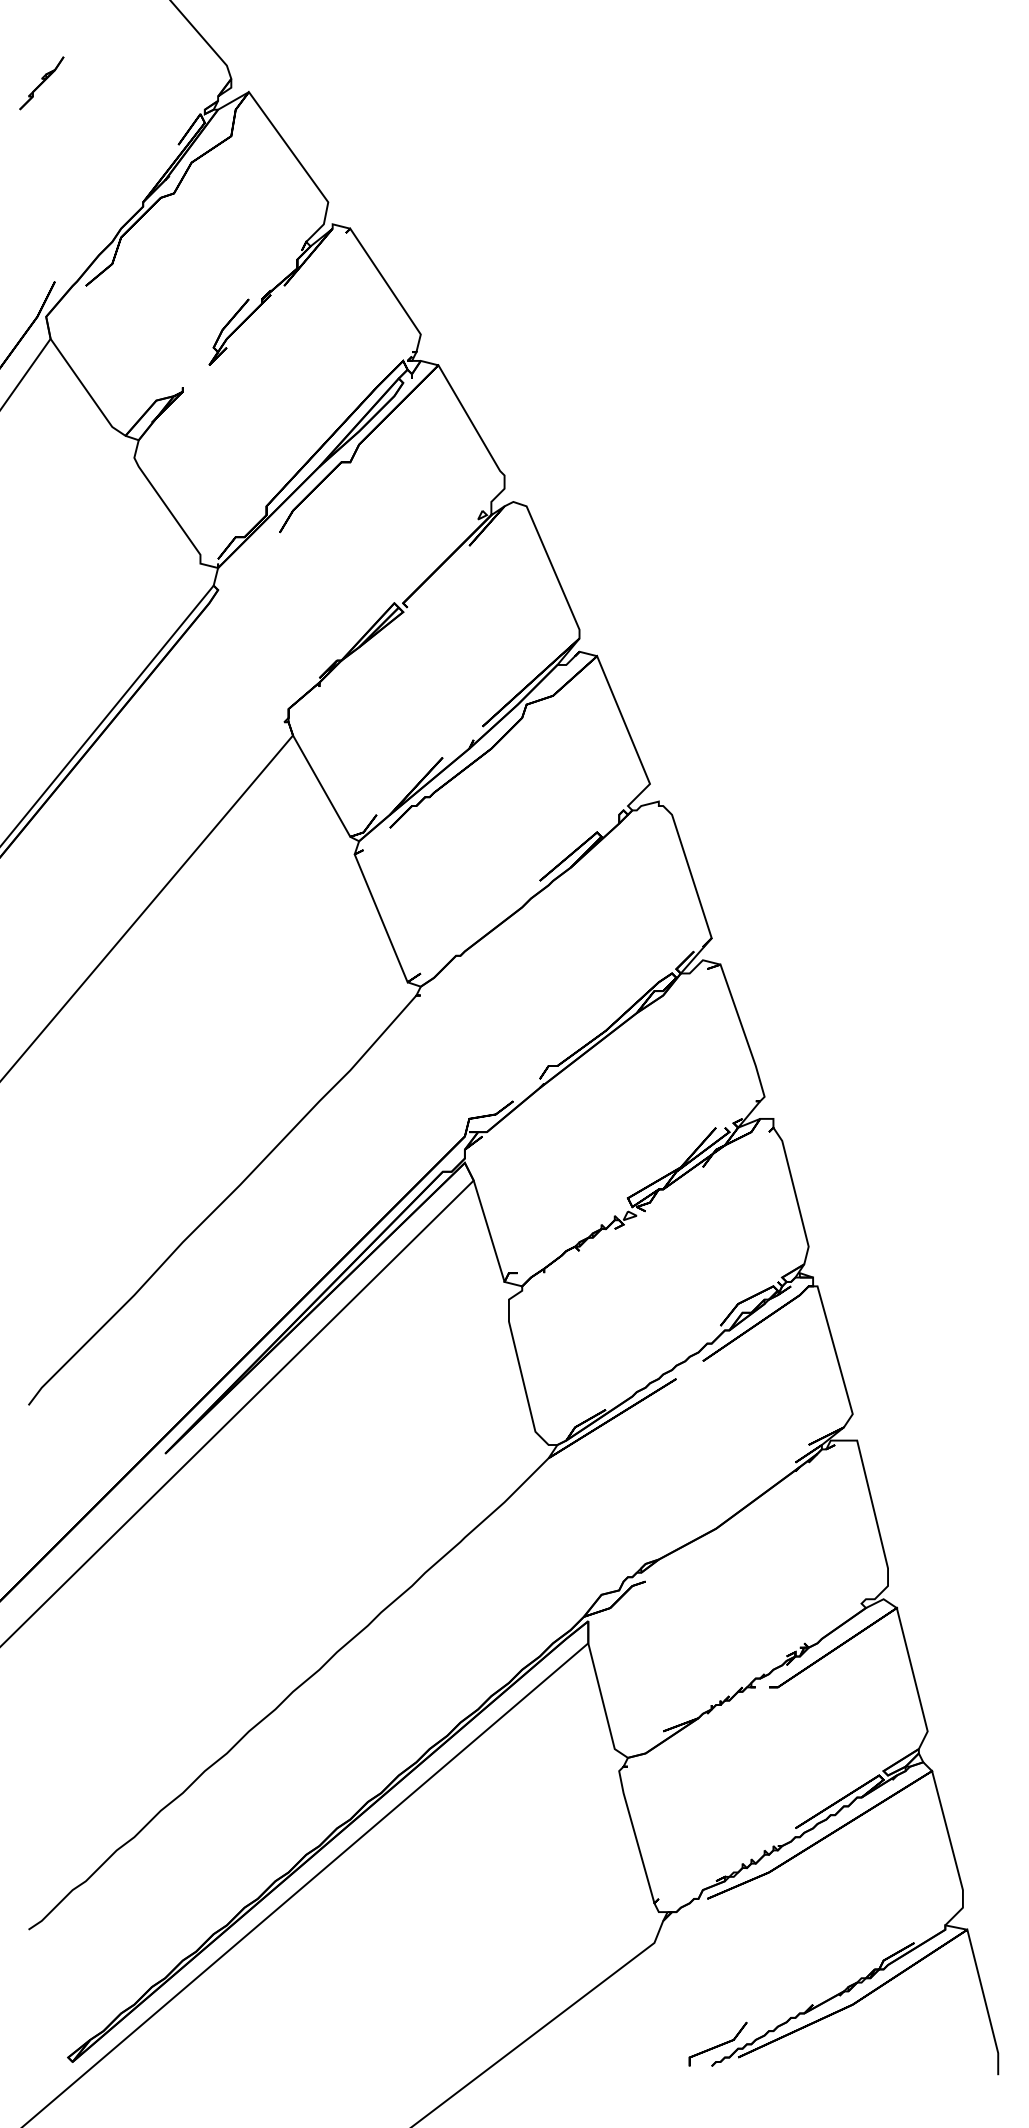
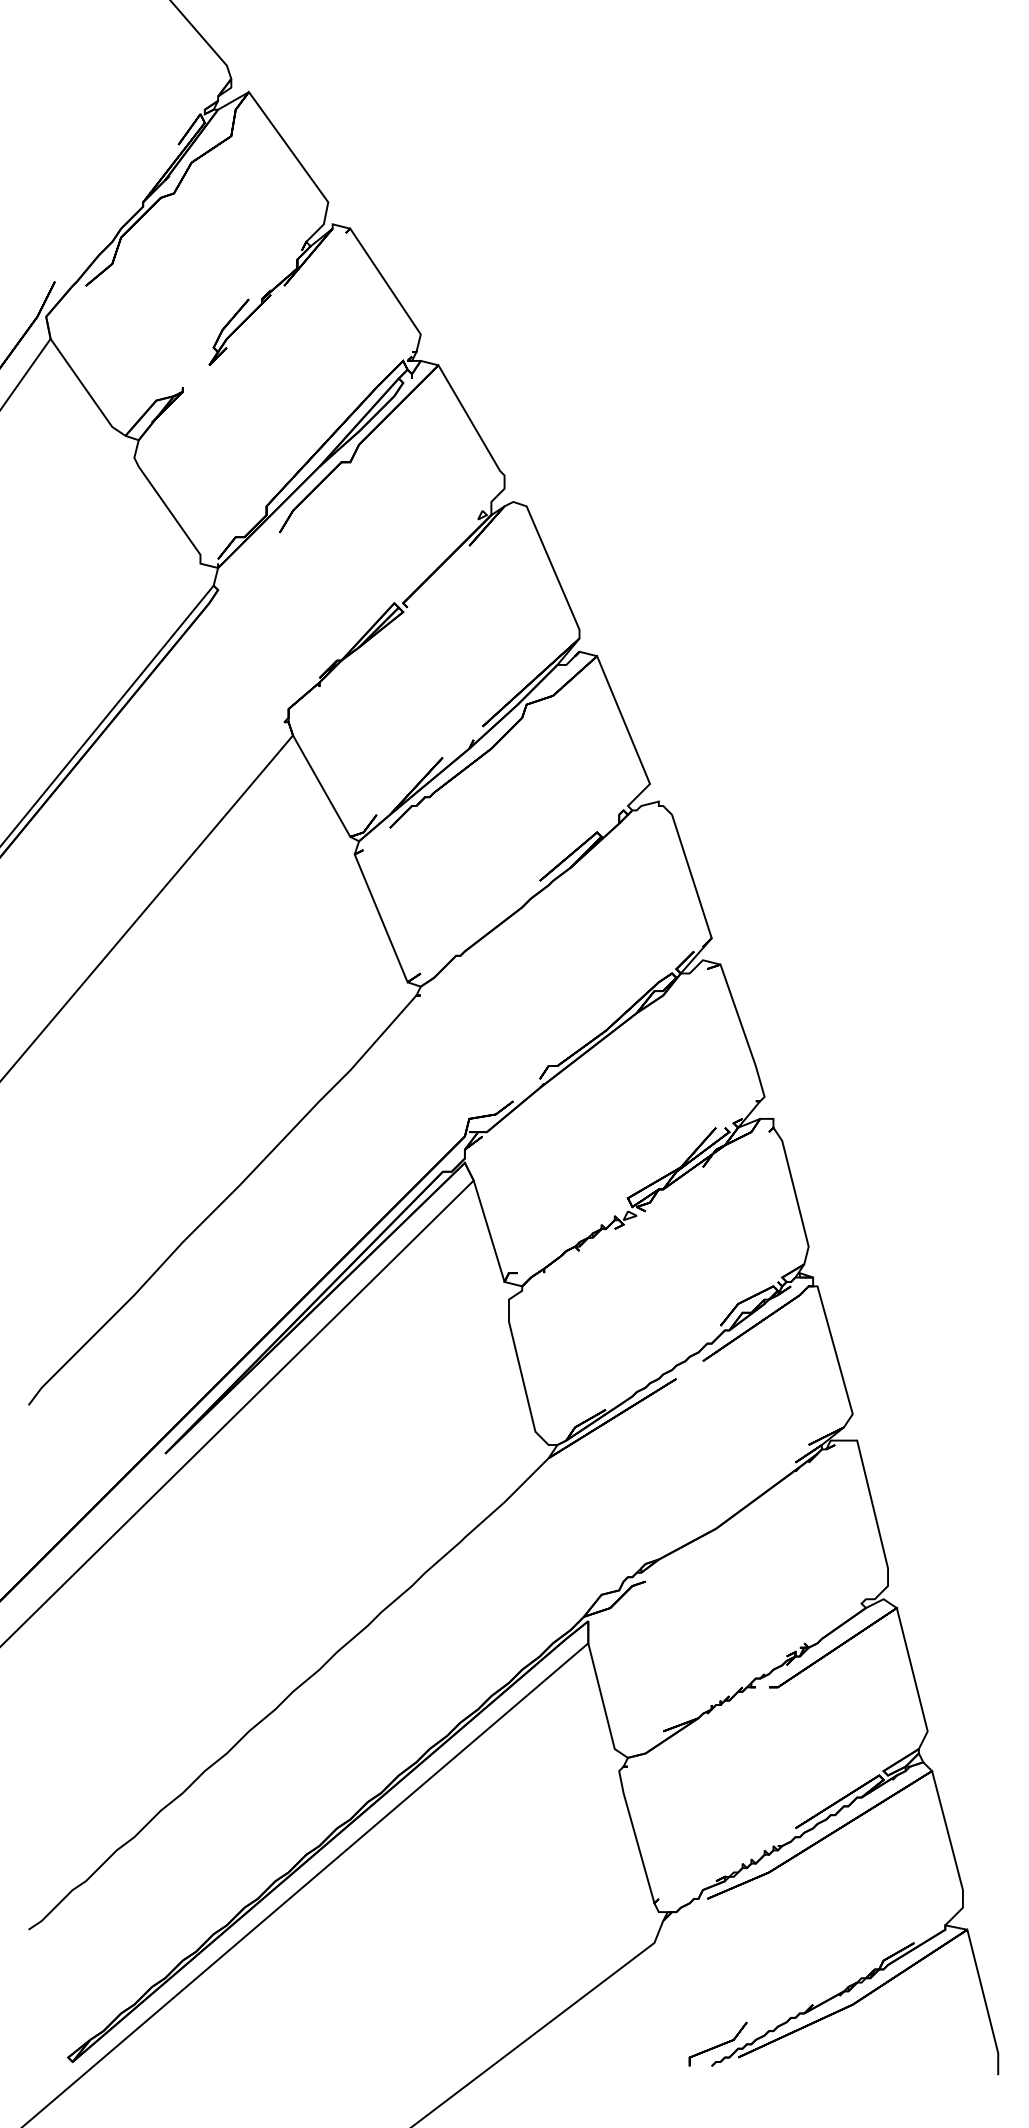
part at (41, 83): present -> none
